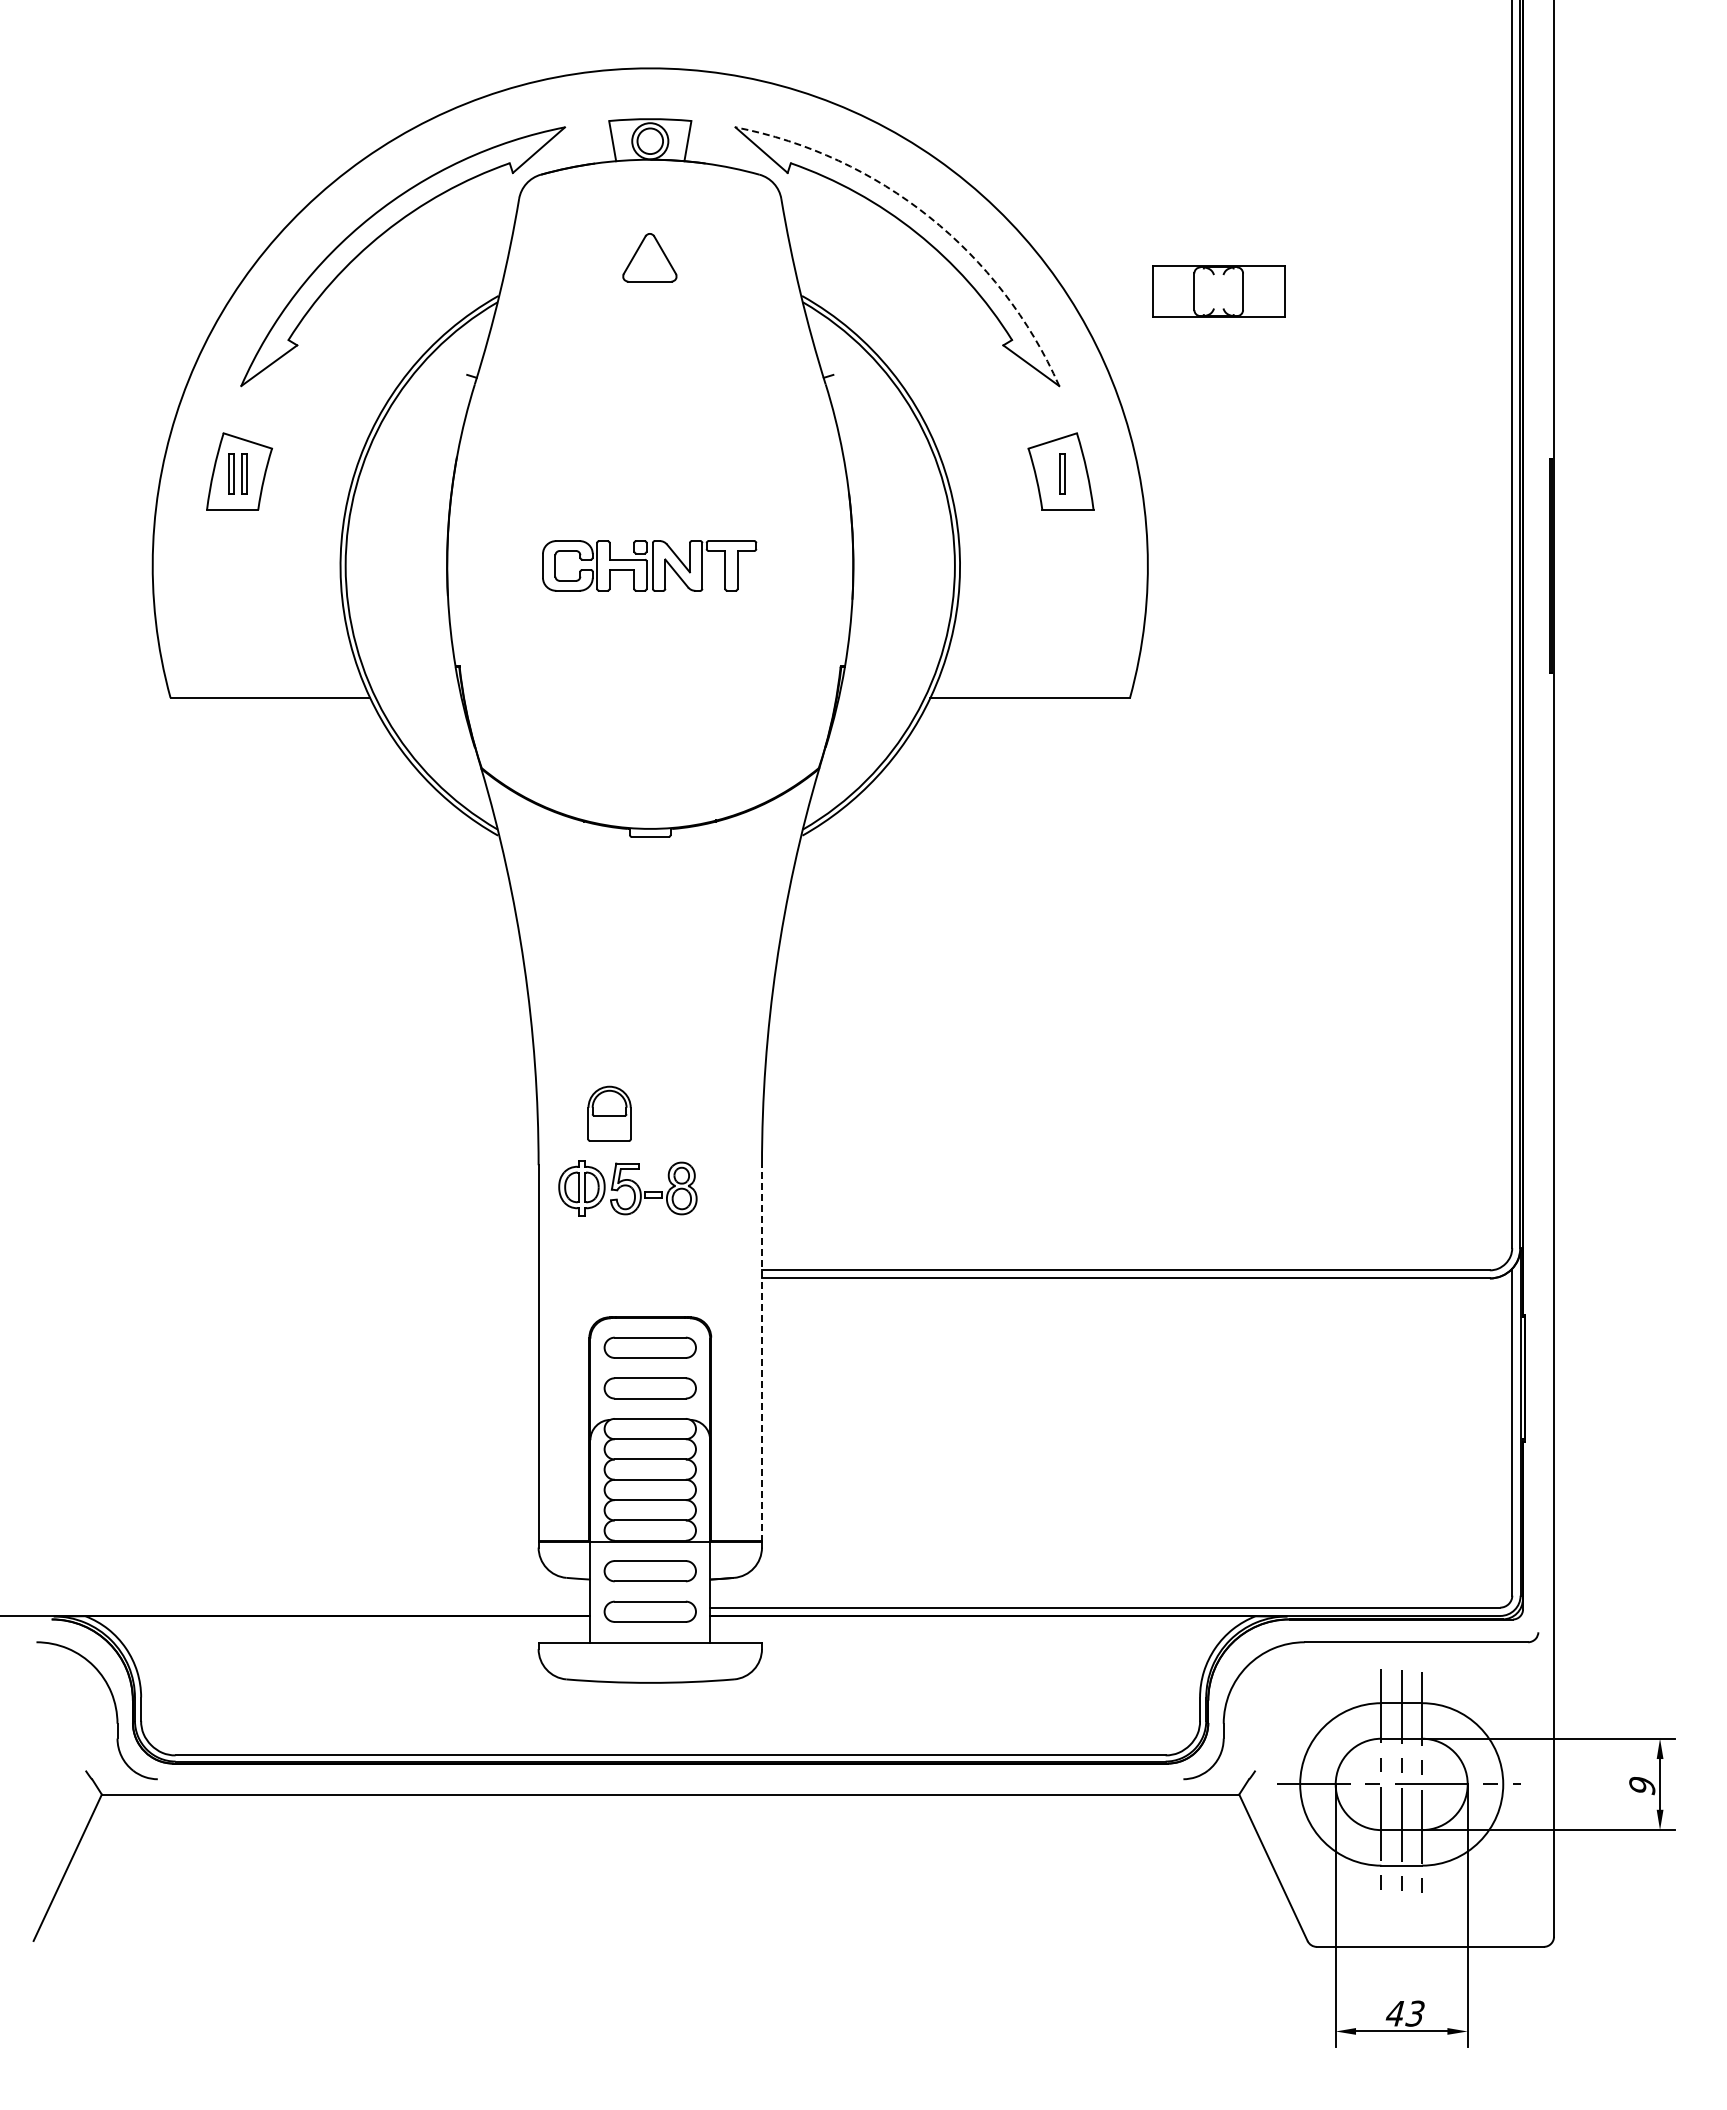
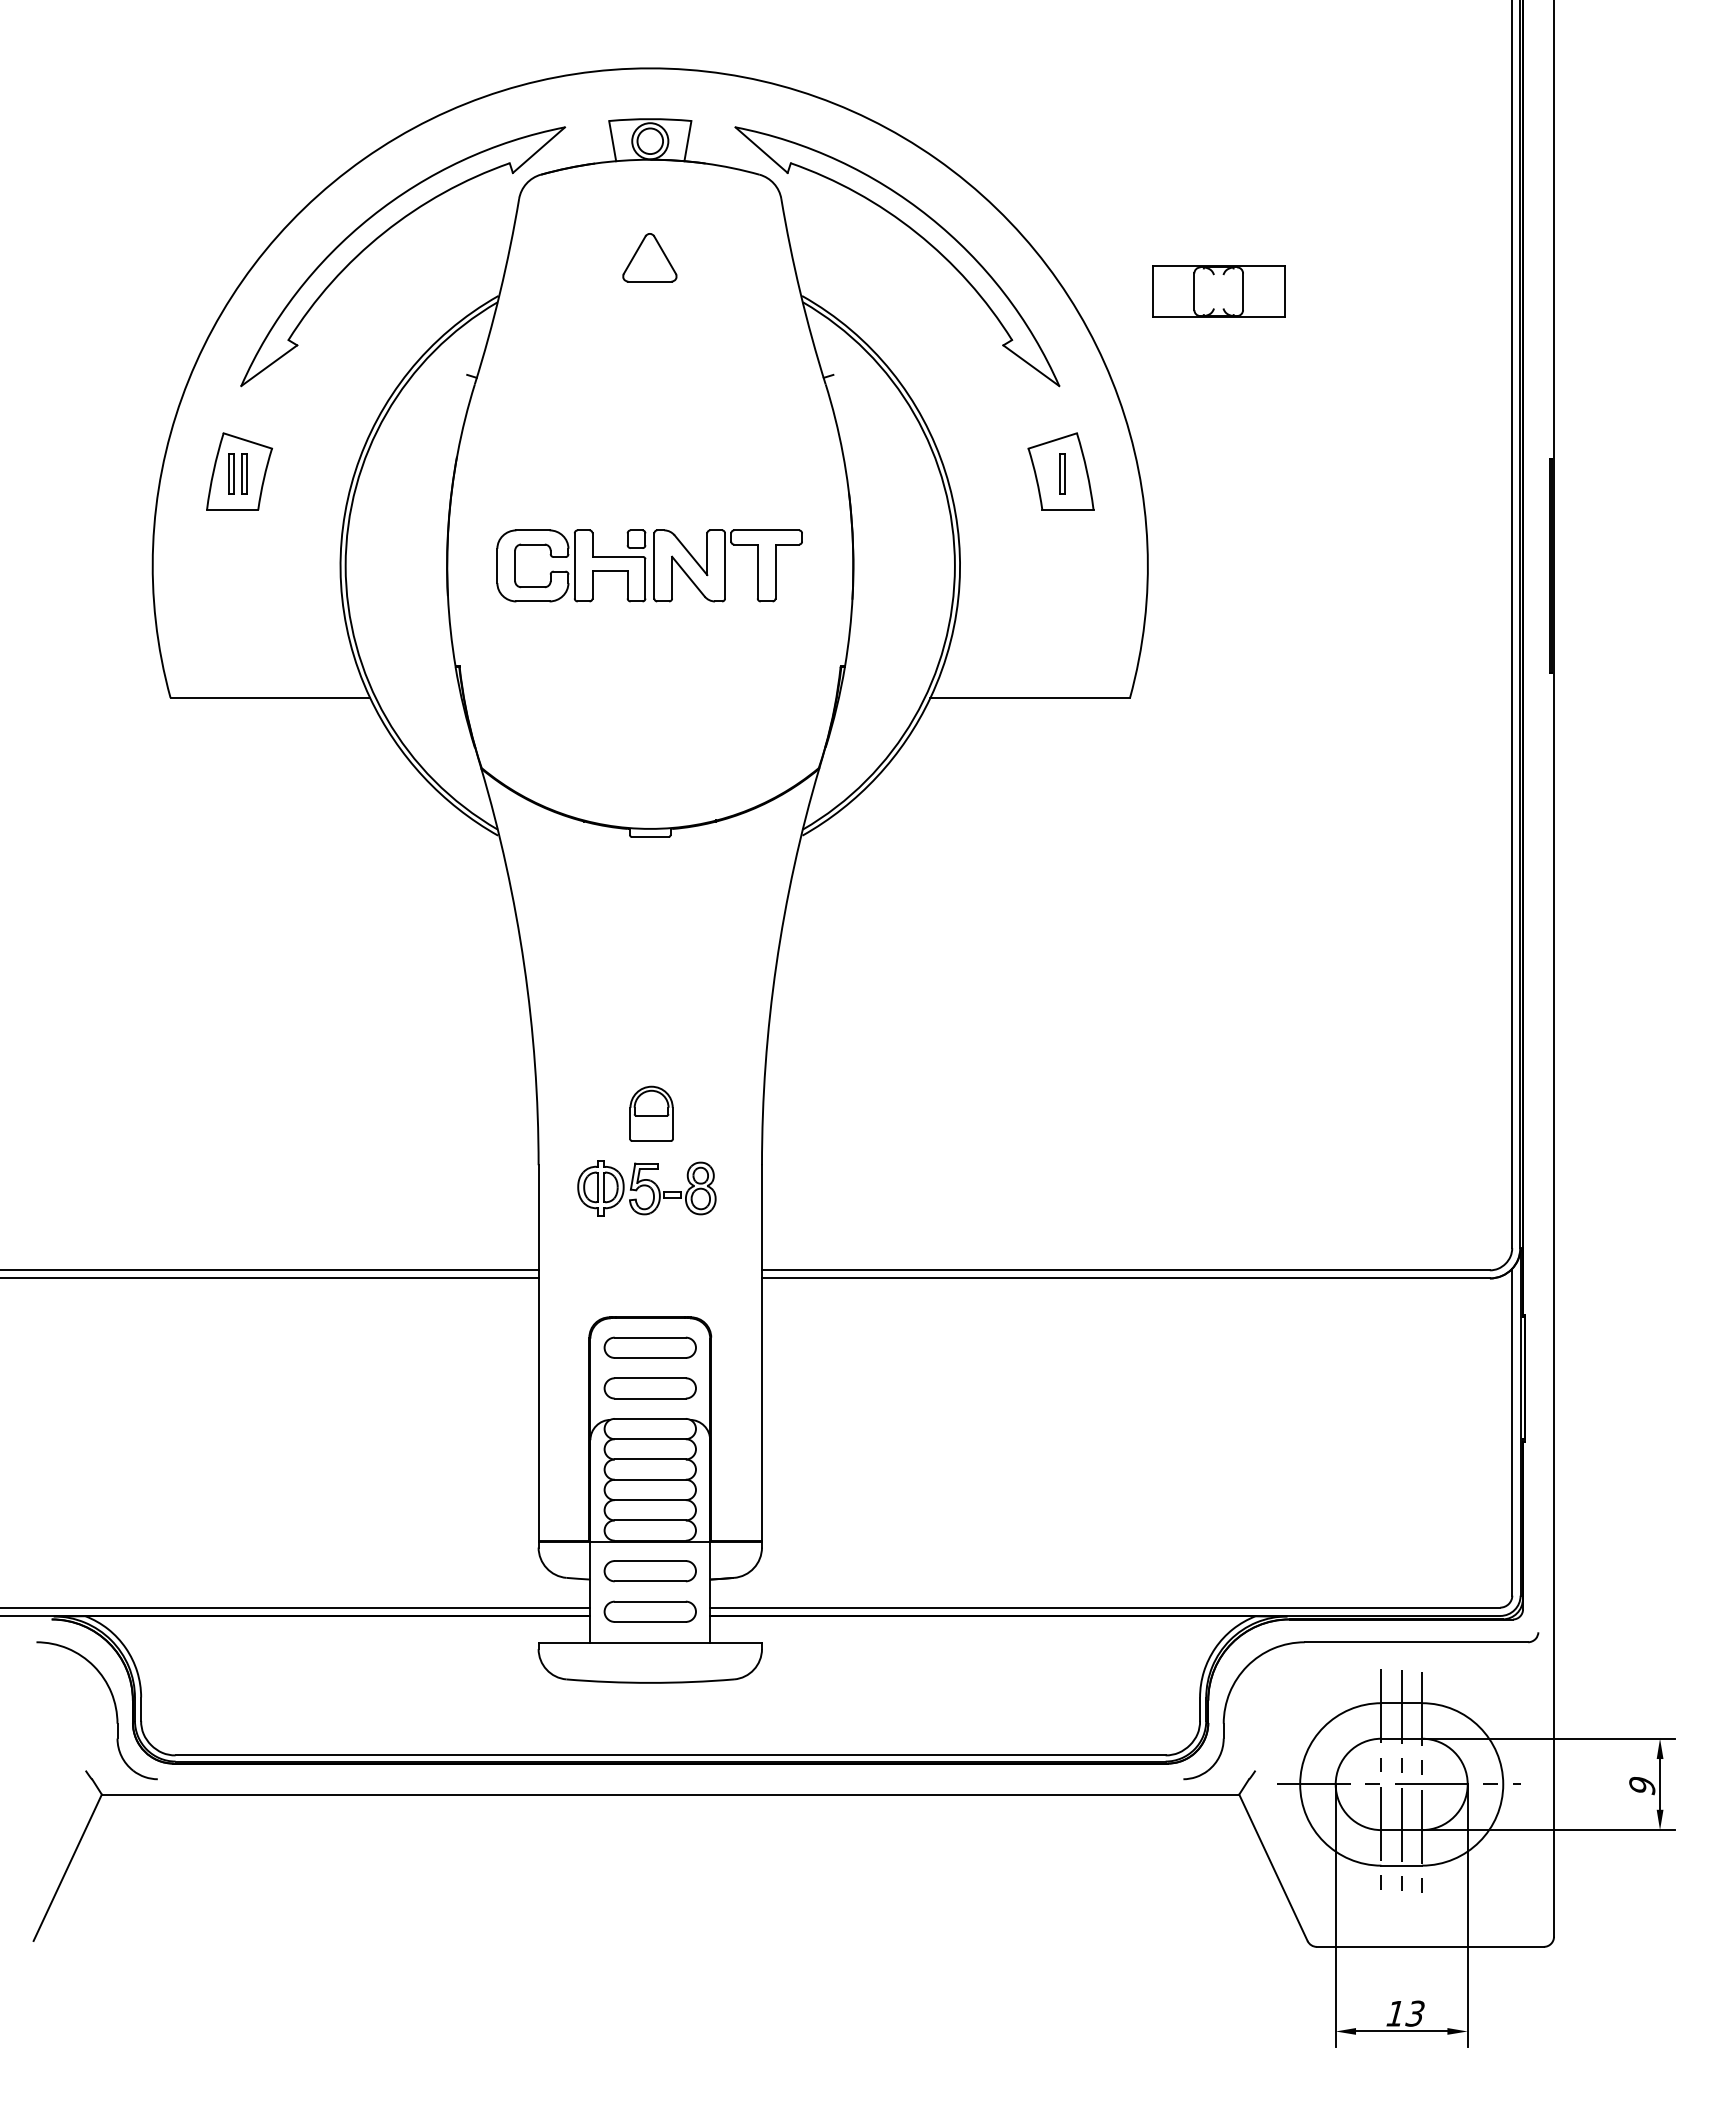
arc at (929, 216): dashed -> solid
part at (649, 565) size: 216x52 px -> 307x74 px
part at (609, 1113) position: (609, 1113) -> (651, 1113)
part at (627, 1188) position: (627, 1188) -> (646, 1188)
line at (270, 1270): none -> present
line at (270, 1278): none -> present
line at (762, 1352): dashed -> solid
line at (296, 1607): none -> present
text at (1394, 2013): 43 -> 13
